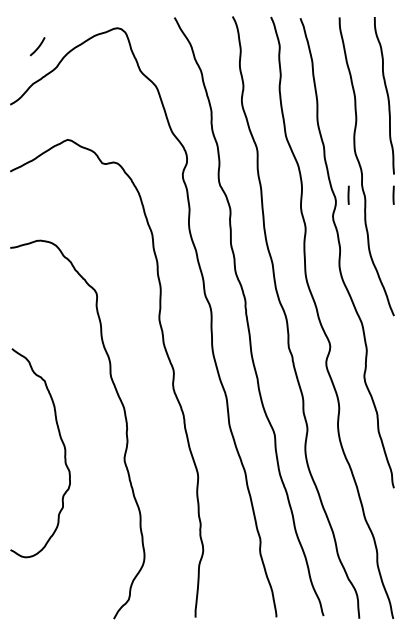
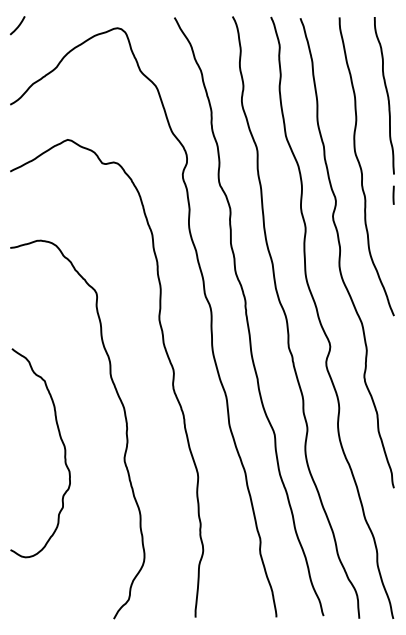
curve at (38, 46) position: (38, 46) -> (18, 25)
line at (348, 194): present -> none
